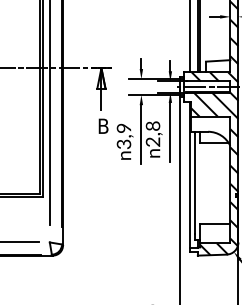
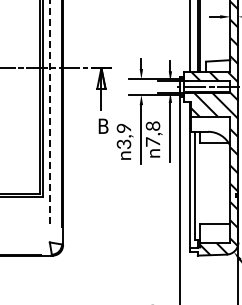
line at (49, 112): solid -> dashed
text at (152, 141): 2,8 -> 7,8
line at (20, 242): present -> none
